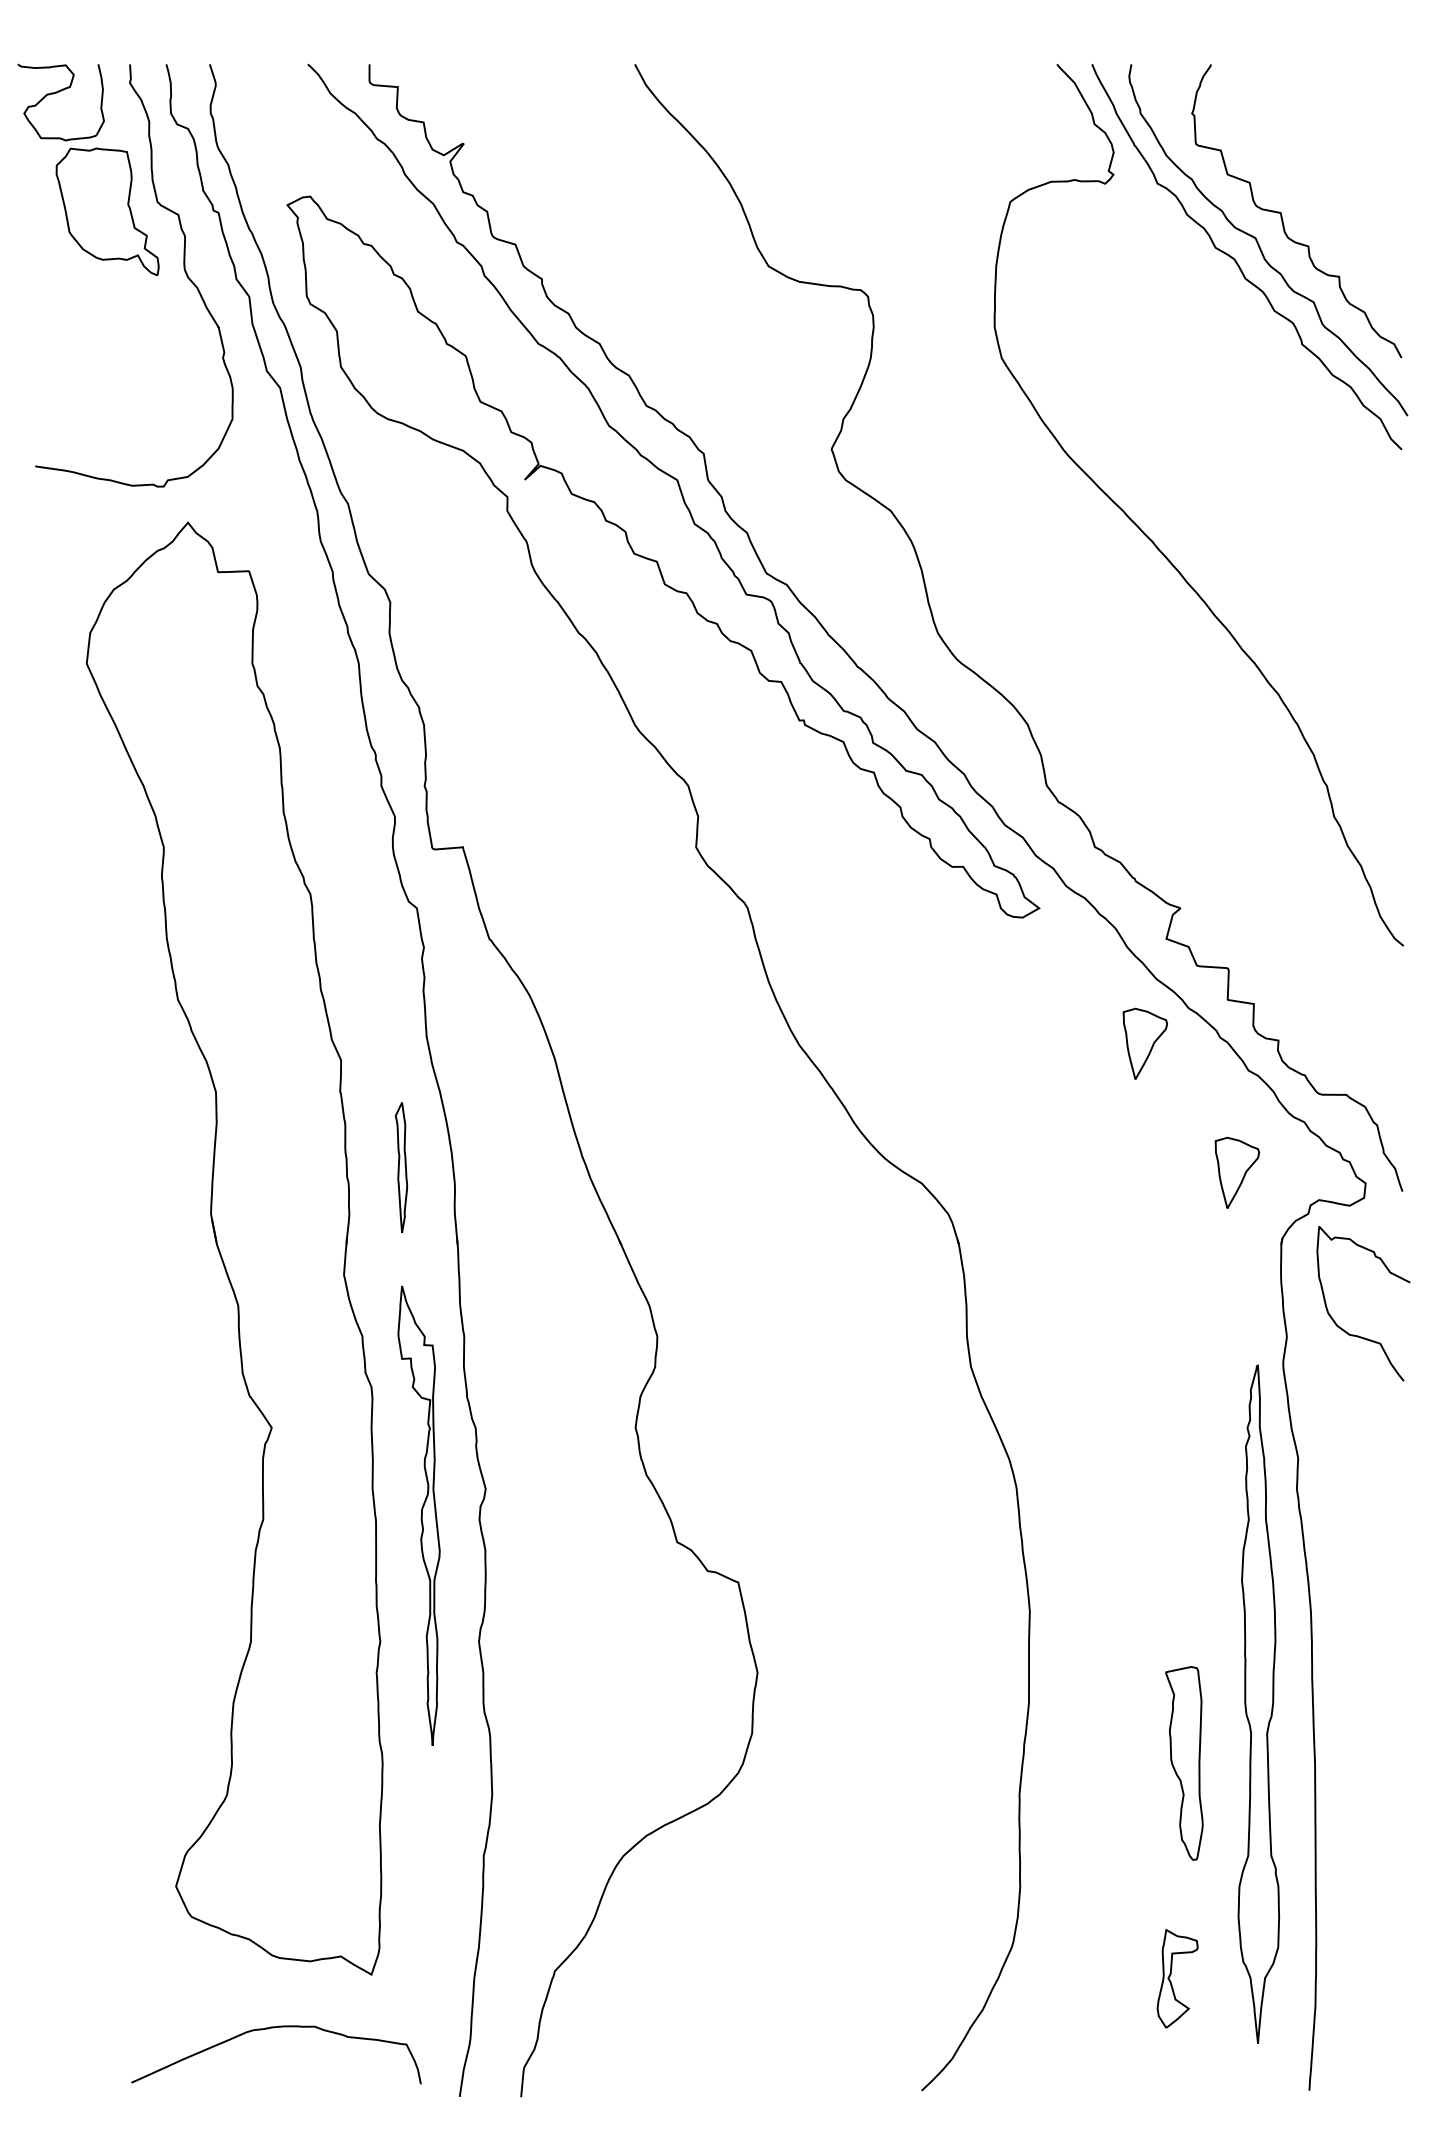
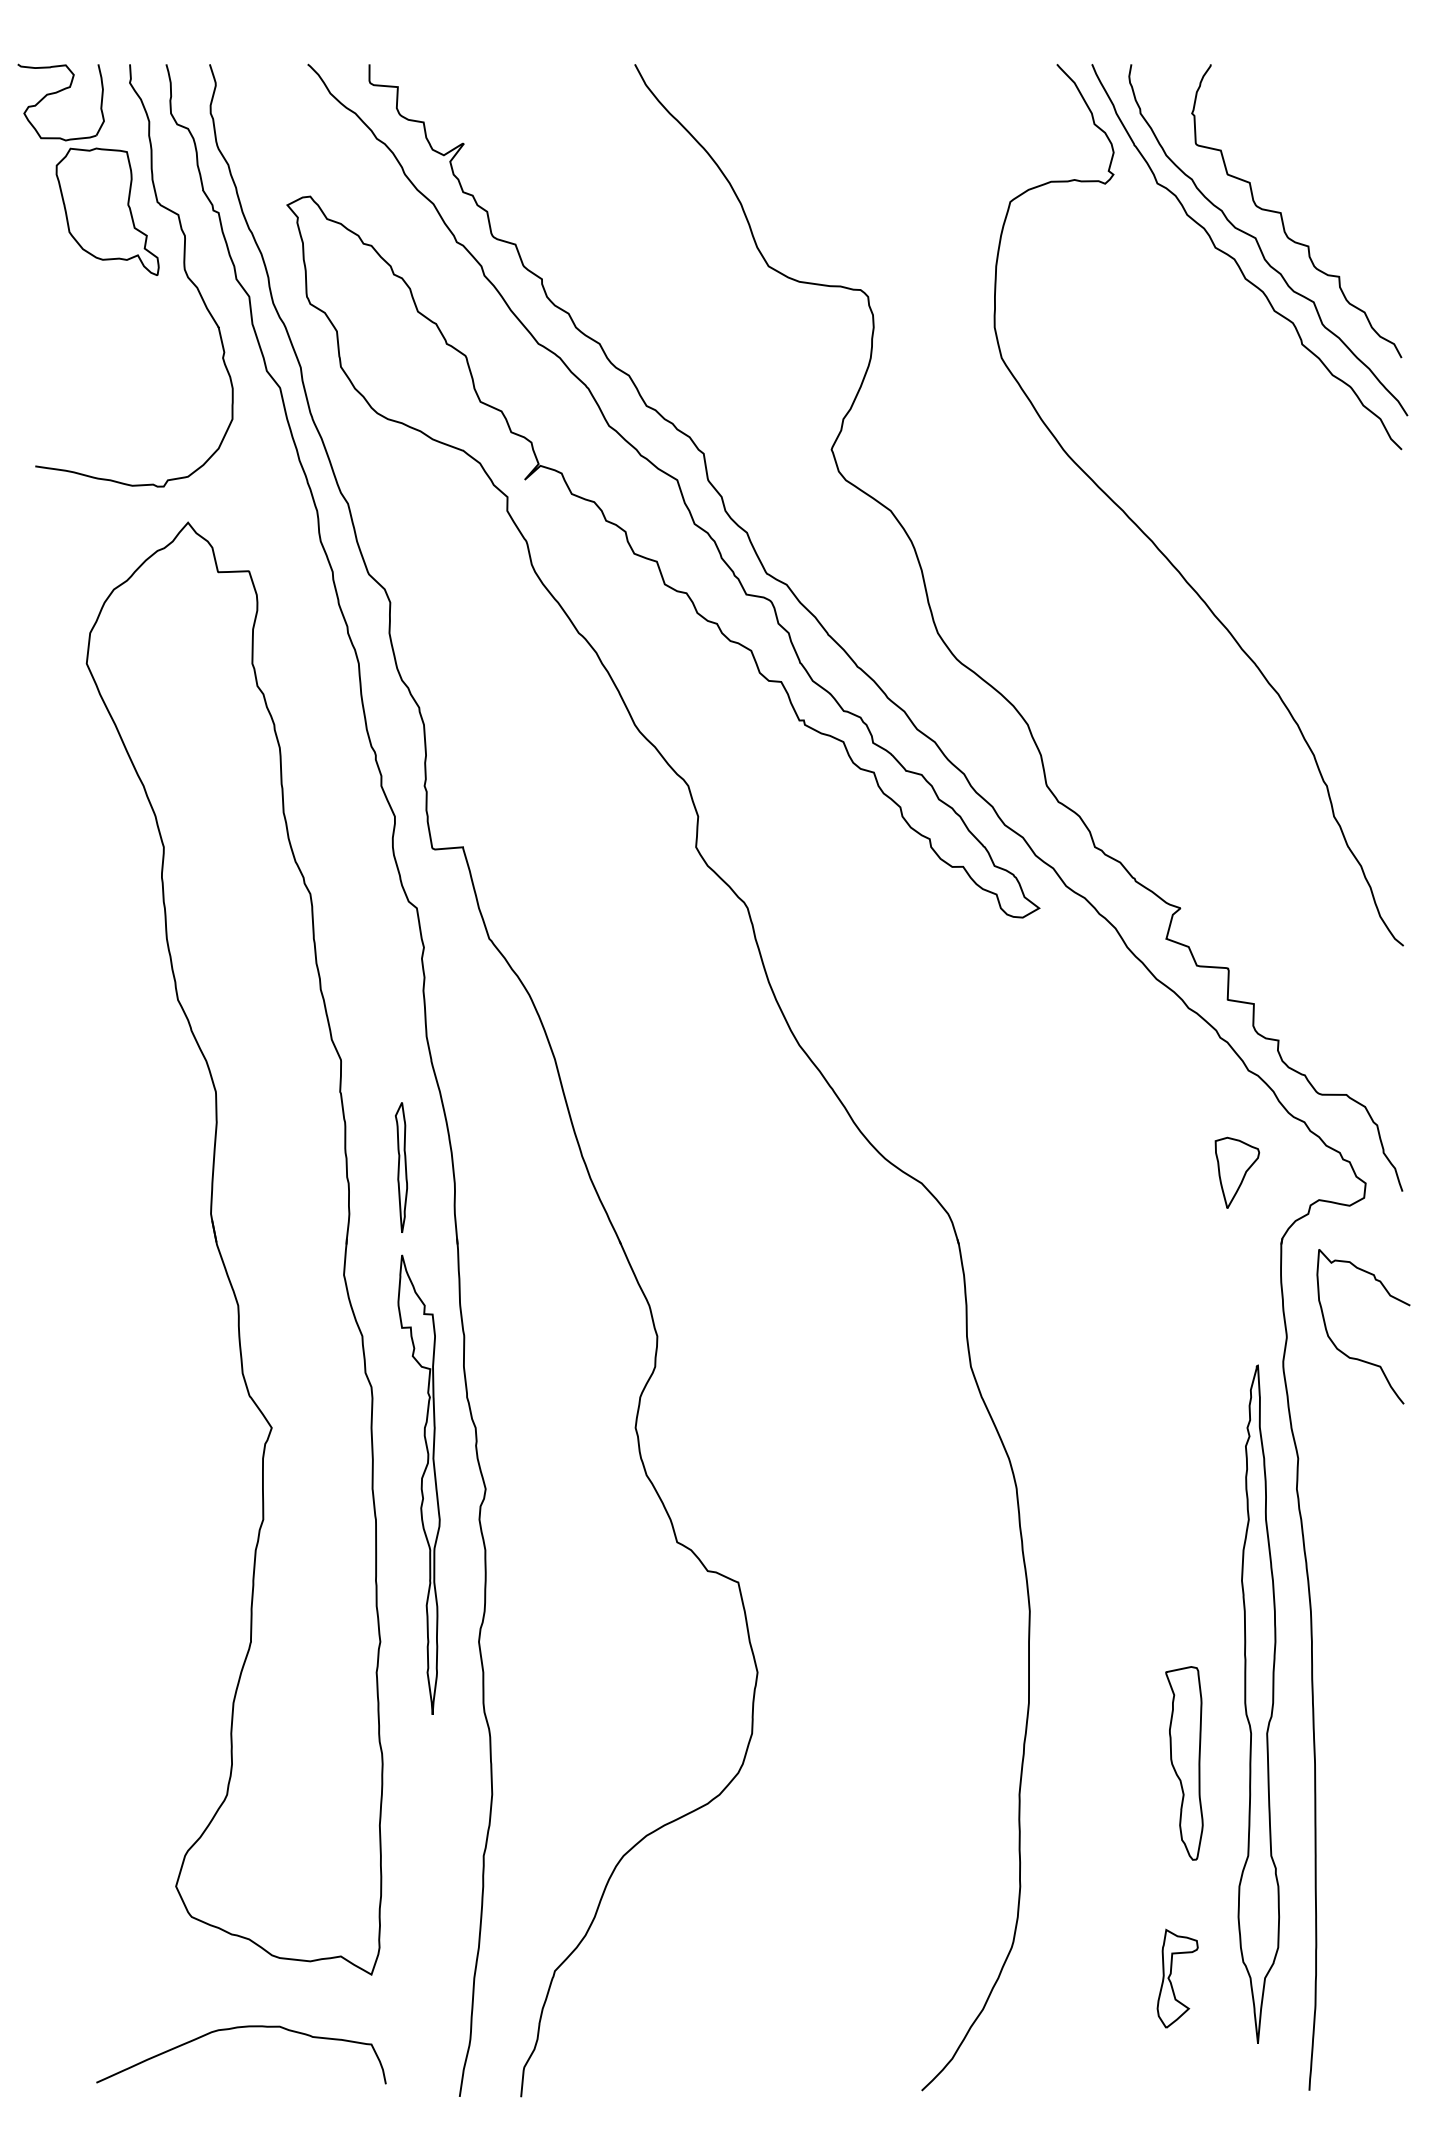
part at (1145, 1043): present -> none
curve at (1344, 1329) position: (1344, 1329) -> (1344, 1352)
part at (418, 1515) position: (418, 1515) -> (418, 1484)
curve at (274, 2028) position: (274, 2028) -> (239, 2028)
